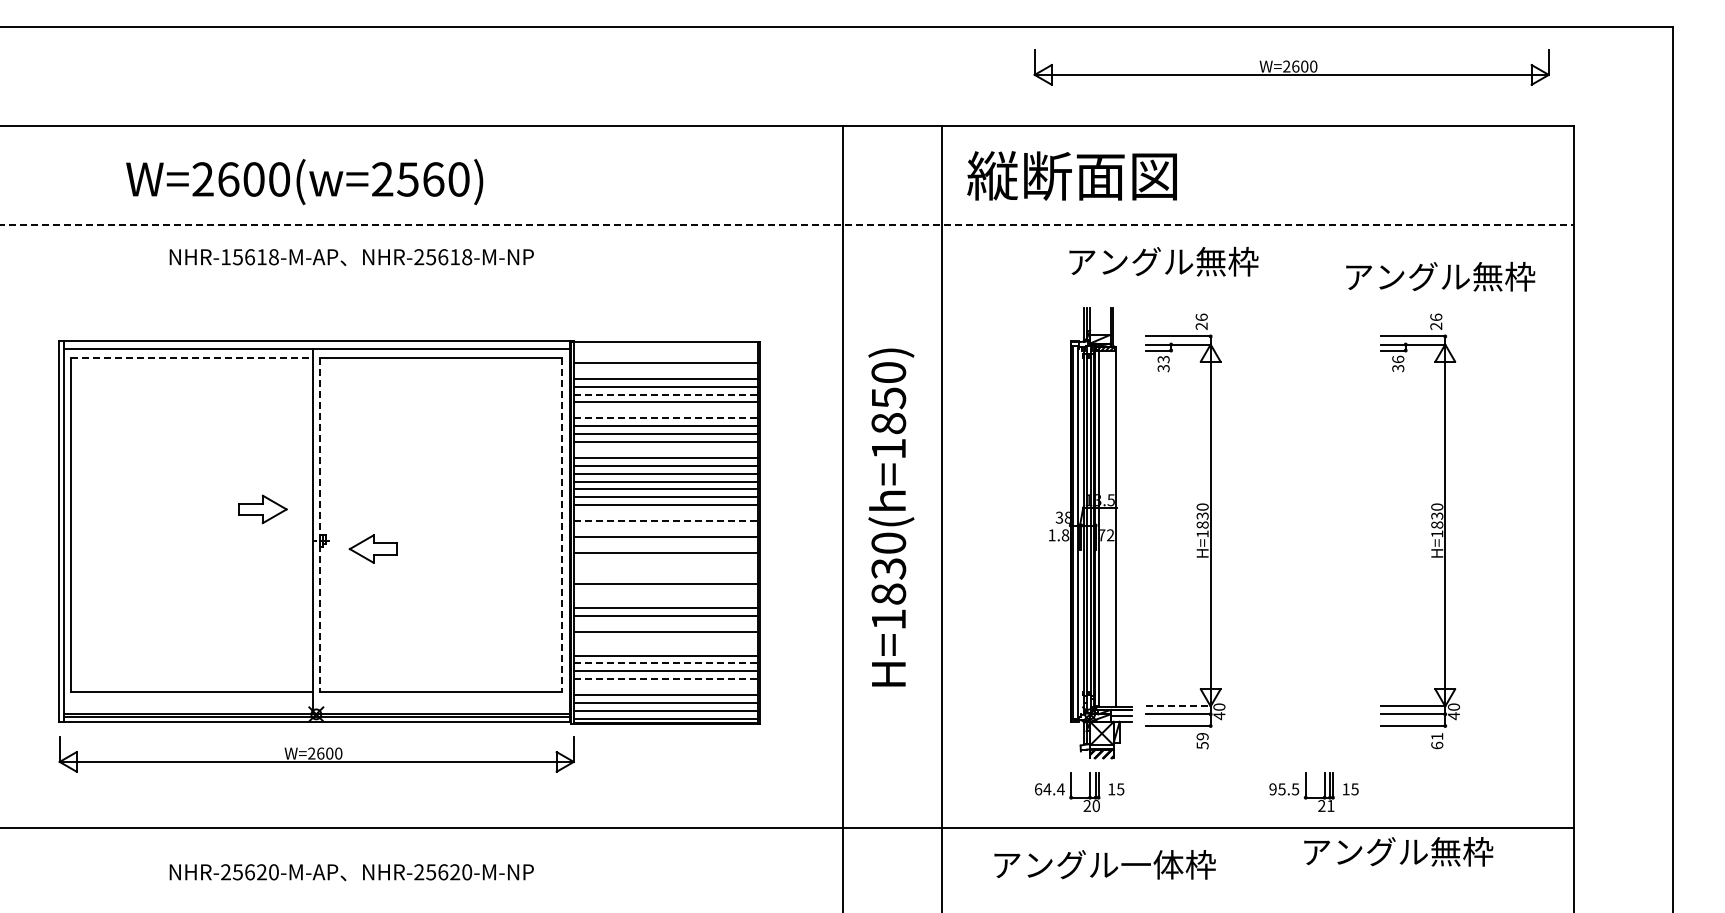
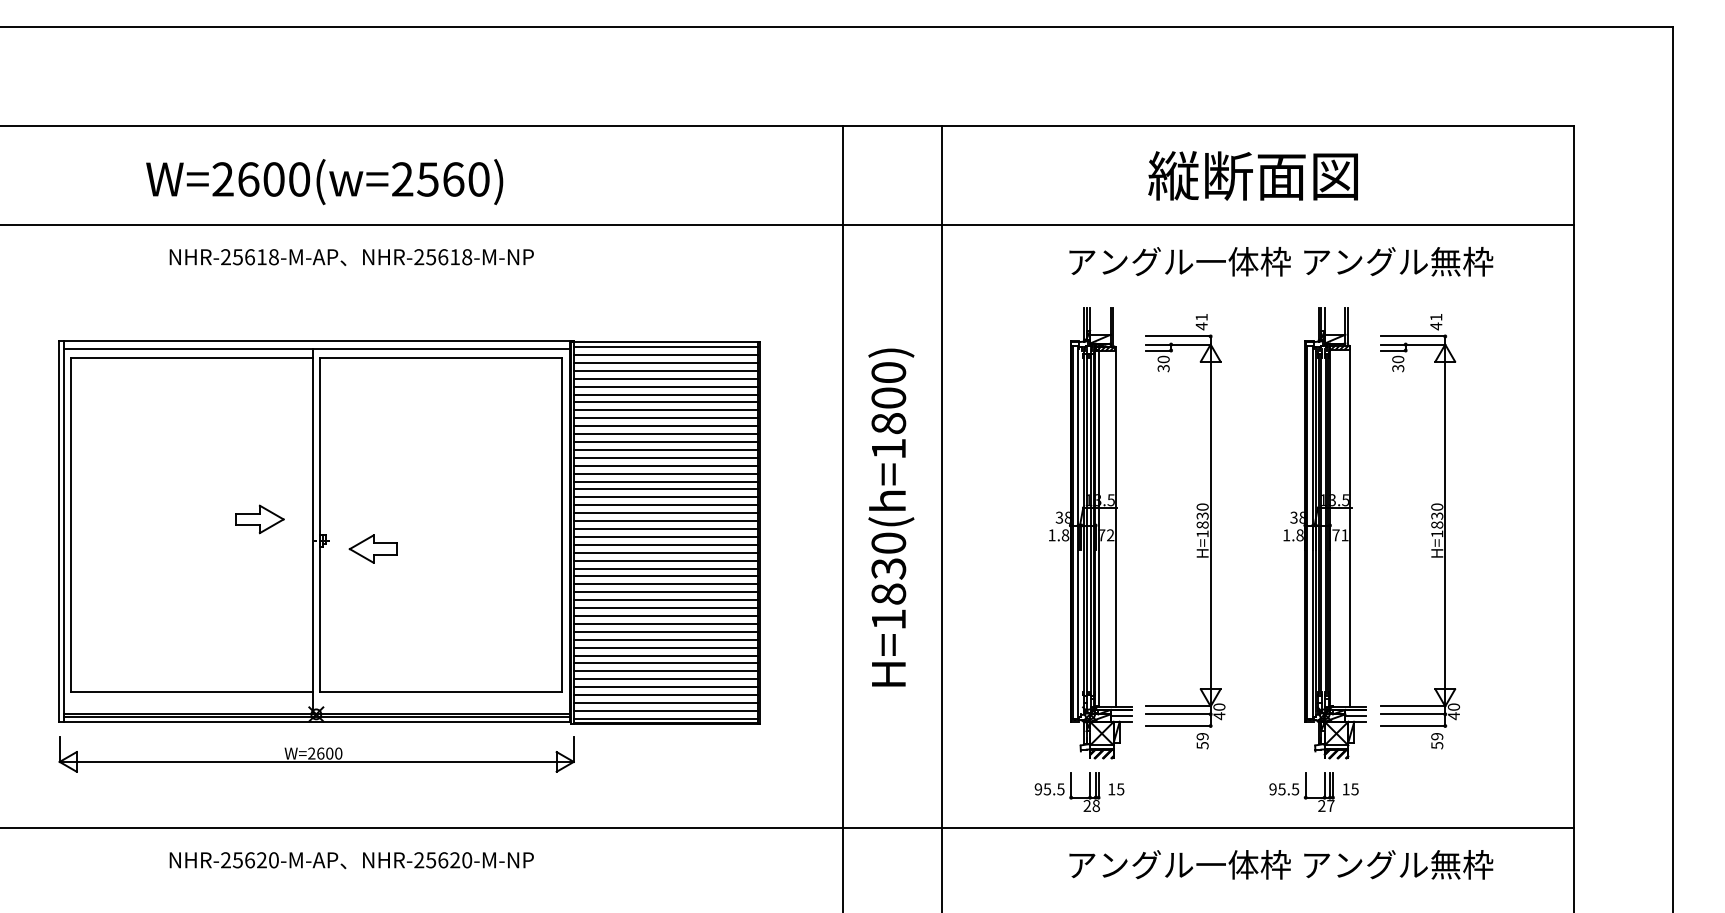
part at (1291, 67): present -> none
text at (1071, 175) position: (1071, 175) -> (1252, 175)
text at (304, 182) position: (304, 182) -> (324, 182)
line at (787, 224): dashed -> solid
text at (225, 257): NHR-15618-M-AP -> NHR-25618-M-AP
text at (1243, 261): アングル無枠 -> アングル一体枠
text at (1440, 276) position: (1440, 276) -> (1398, 261)
text at (1201, 321): 26 -> 41
text at (1436, 321): 26 -> 41
line at (665, 347): none -> present
line at (665, 354): none -> present
line at (192, 357): dashed -> solid
text at (1163, 359): 33 -> 30
text at (1398, 359): 36 -> 30
line at (665, 370): none -> present
line at (665, 394): dashed -> solid
text at (888, 398): H=1830(h=1850) -> H=1830(h=1800)
line at (665, 410): none -> present
line at (665, 418): dashed -> solid
line at (665, 449): none -> present
part at (262, 509) position: (262, 509) -> (259, 519)
line at (665, 513): none -> present
line at (665, 521): dashed -> solid
line at (320, 525): dashed -> solid
line at (562, 525): dashed -> solid
line at (665, 528): none -> present
part at (1324, 533): none -> present
line at (665, 544): none -> present
line at (665, 560): none -> present
line at (665, 568): none -> present
line at (665, 576): none -> present
line at (665, 592): none -> present
line at (665, 600): none -> present
line at (665, 623): none -> present
line at (665, 639): none -> present
line at (665, 647): none -> present
line at (665, 663): dashed -> solid
line at (665, 679): dashed -> solid
line at (665, 687): none -> present
line at (1179, 706): dashed -> solid
text at (1437, 741): 61 -> 59
text at (1049, 789): 64.4 -> 95.5
text at (1095, 805): 20 -> 28
text at (1330, 805): 21 -> 27
text at (1398, 851) position: (1398, 851) -> (1398, 864)
text at (1104, 864) position: (1104, 864) -> (1179, 864)
text at (351, 872) position: (351, 872) -> (351, 860)
